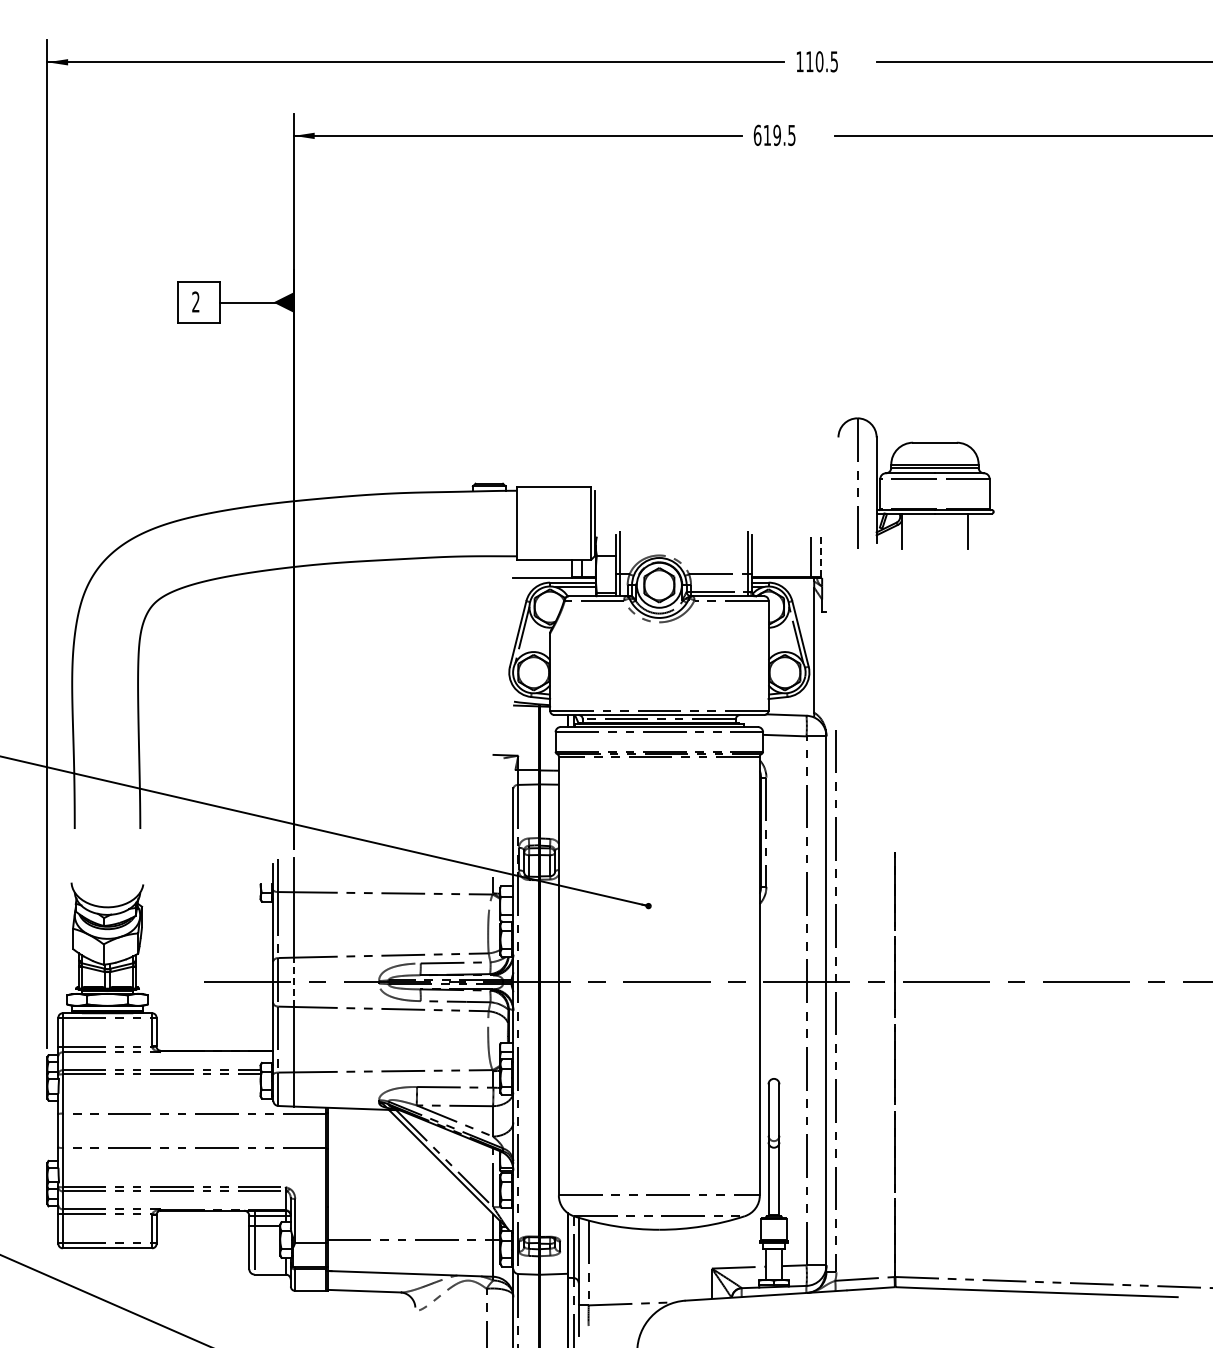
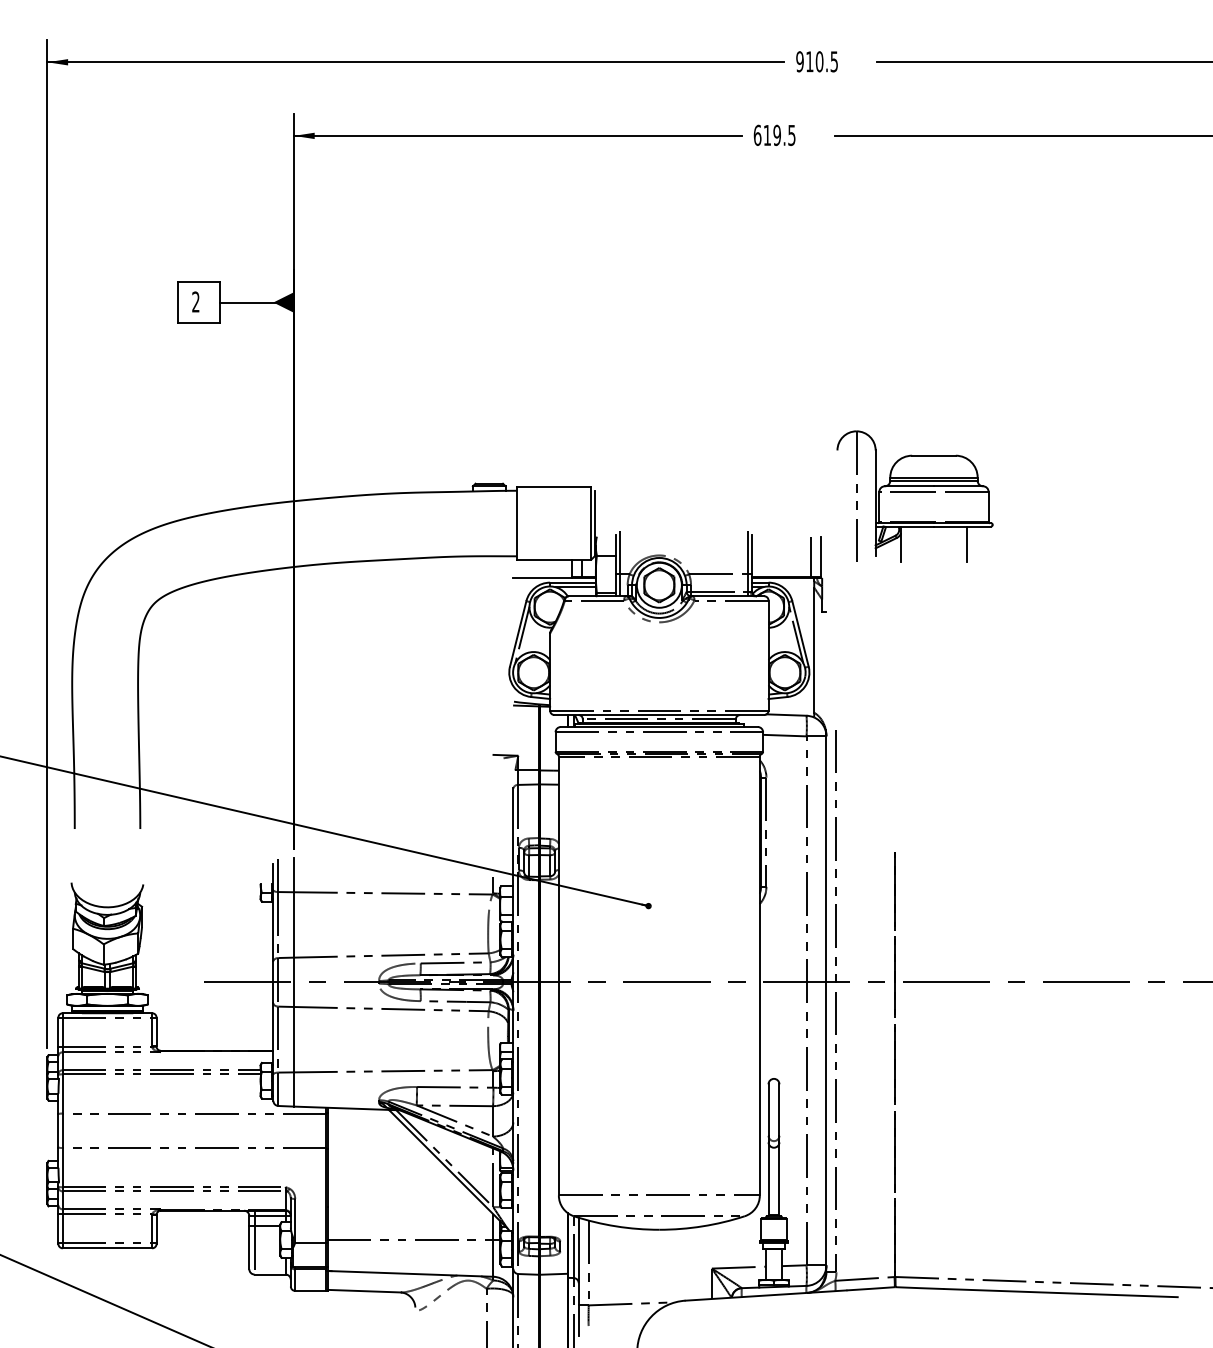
text at (799, 61): 110.5 -> 910.5
part at (915, 483) position: (915, 483) -> (914, 496)
line at (821, 557): dashed -> solid
line at (294, 982): dashed -> solid
